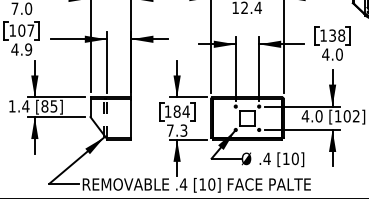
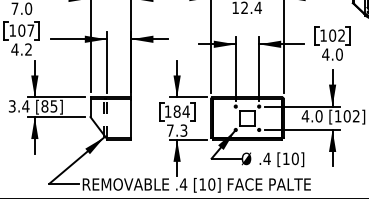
text at (337, 35): 138 -> 102
text at (28, 49): 4.9 -> 4.2
text at (11, 106): 1.4 -> 3.4
